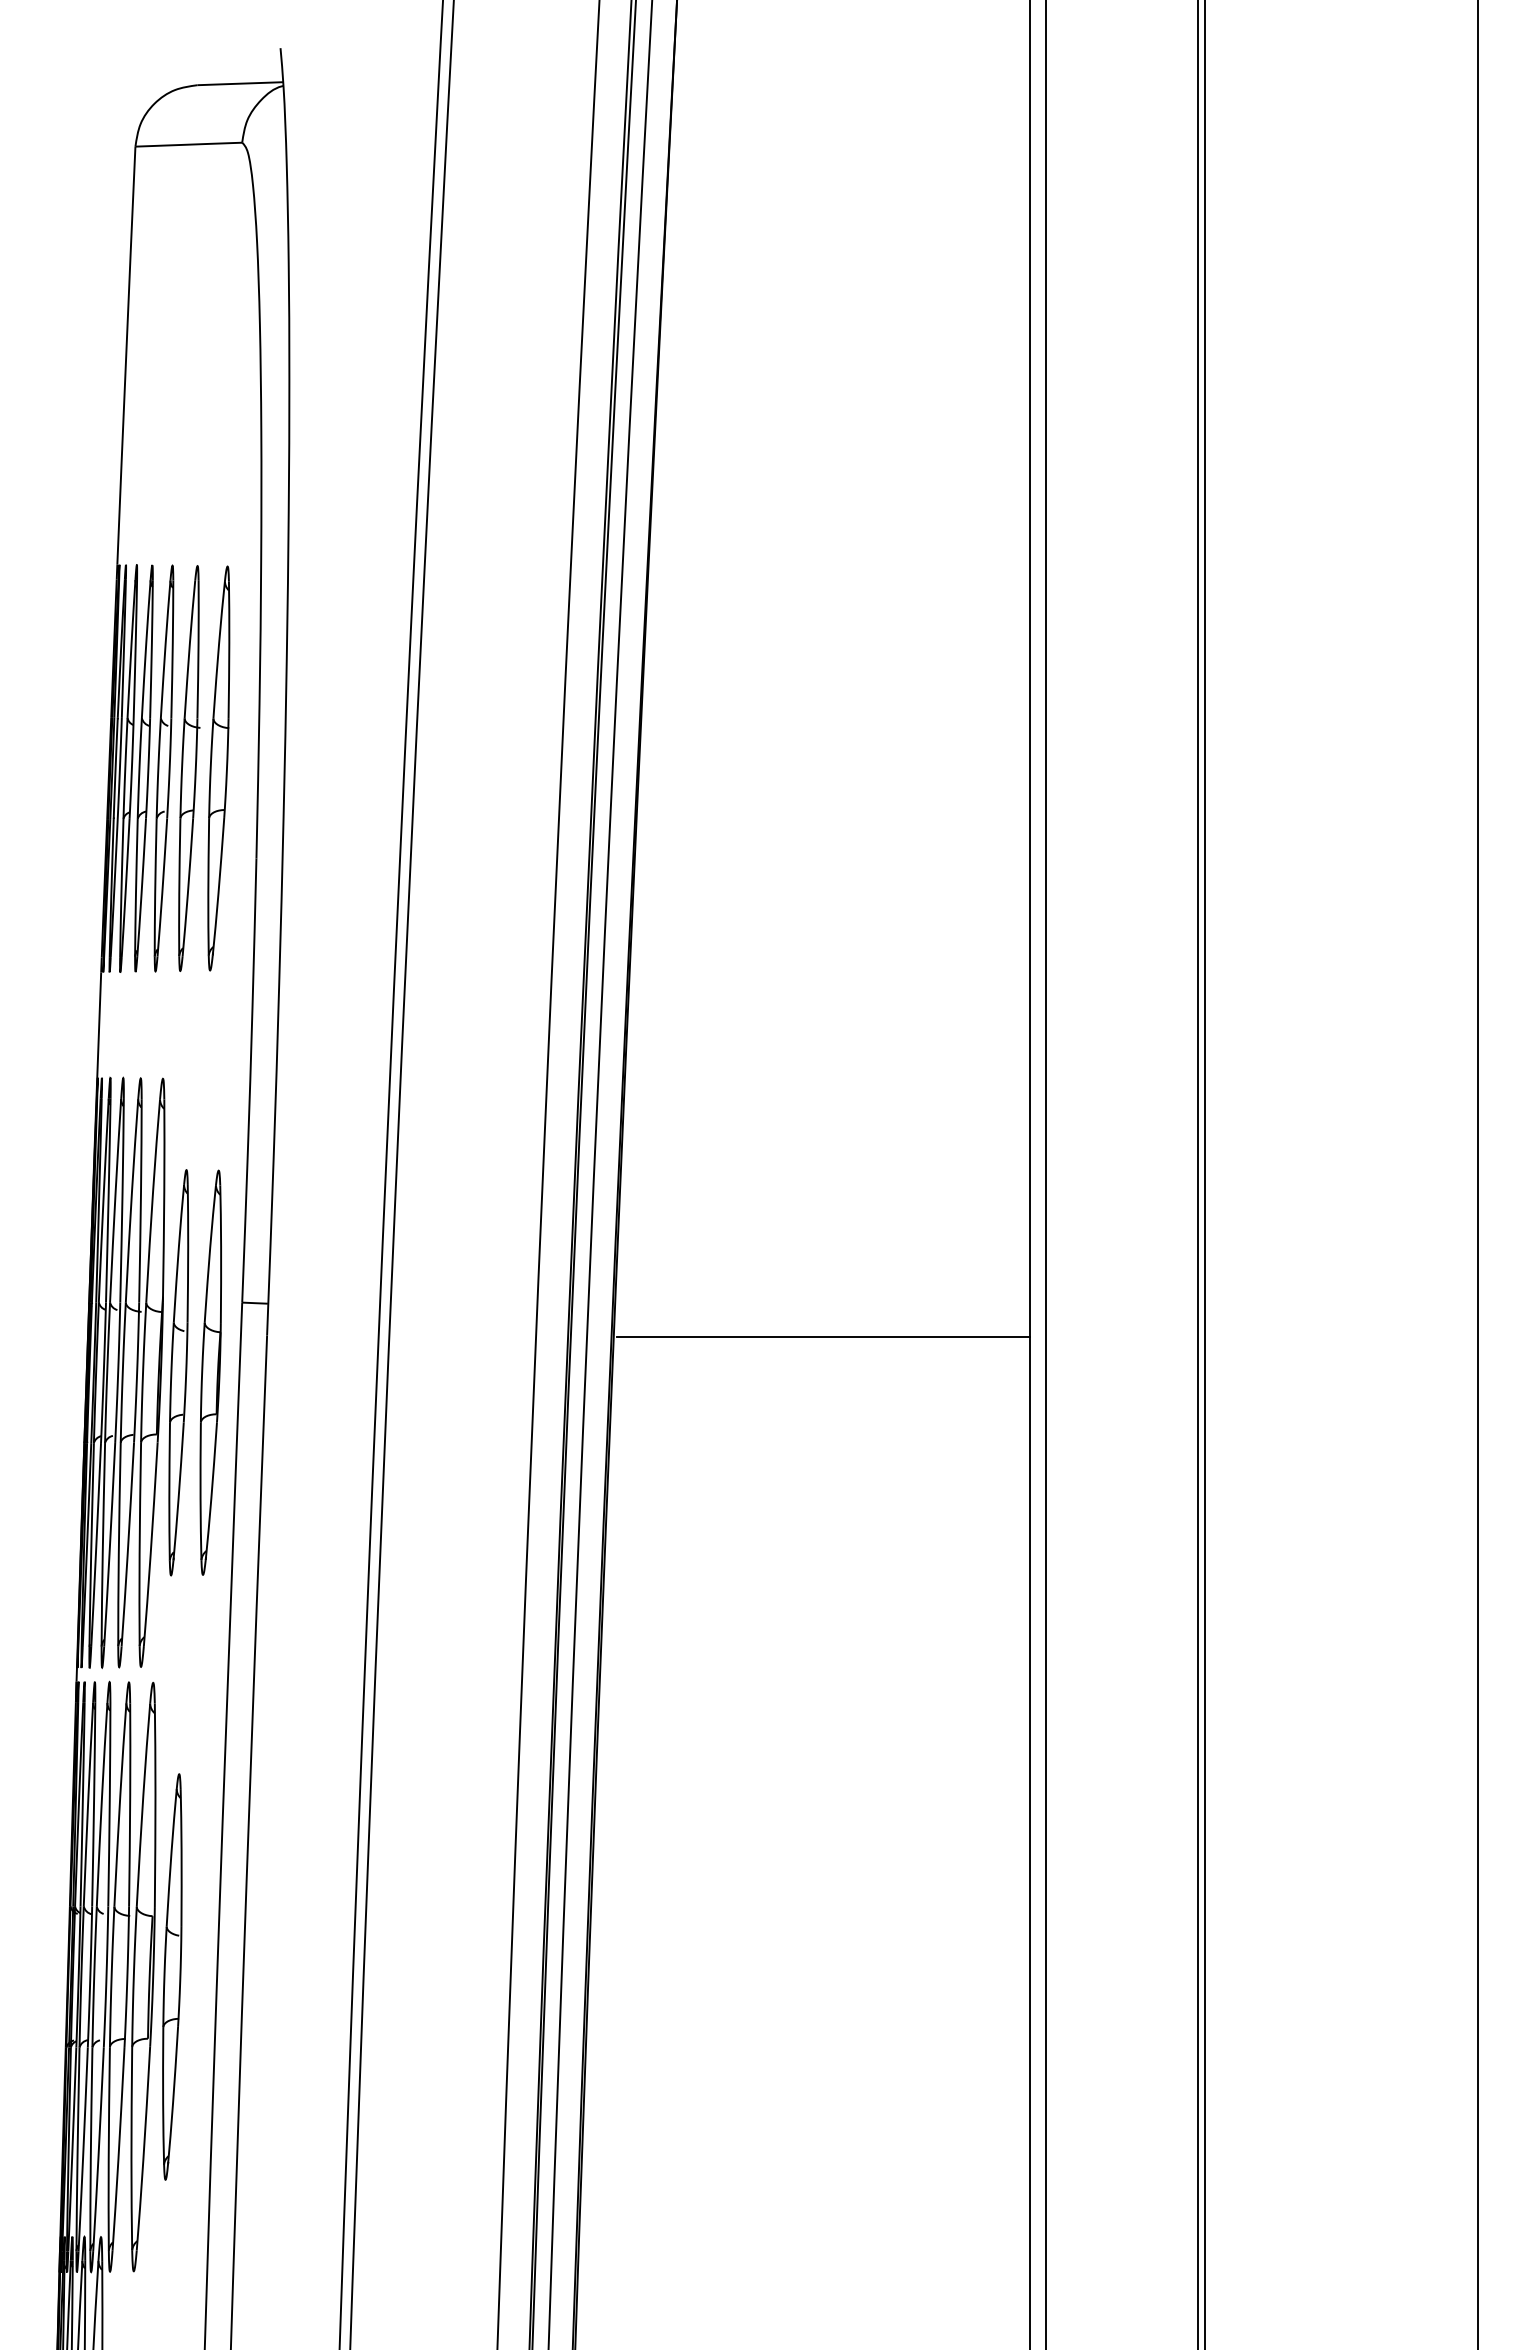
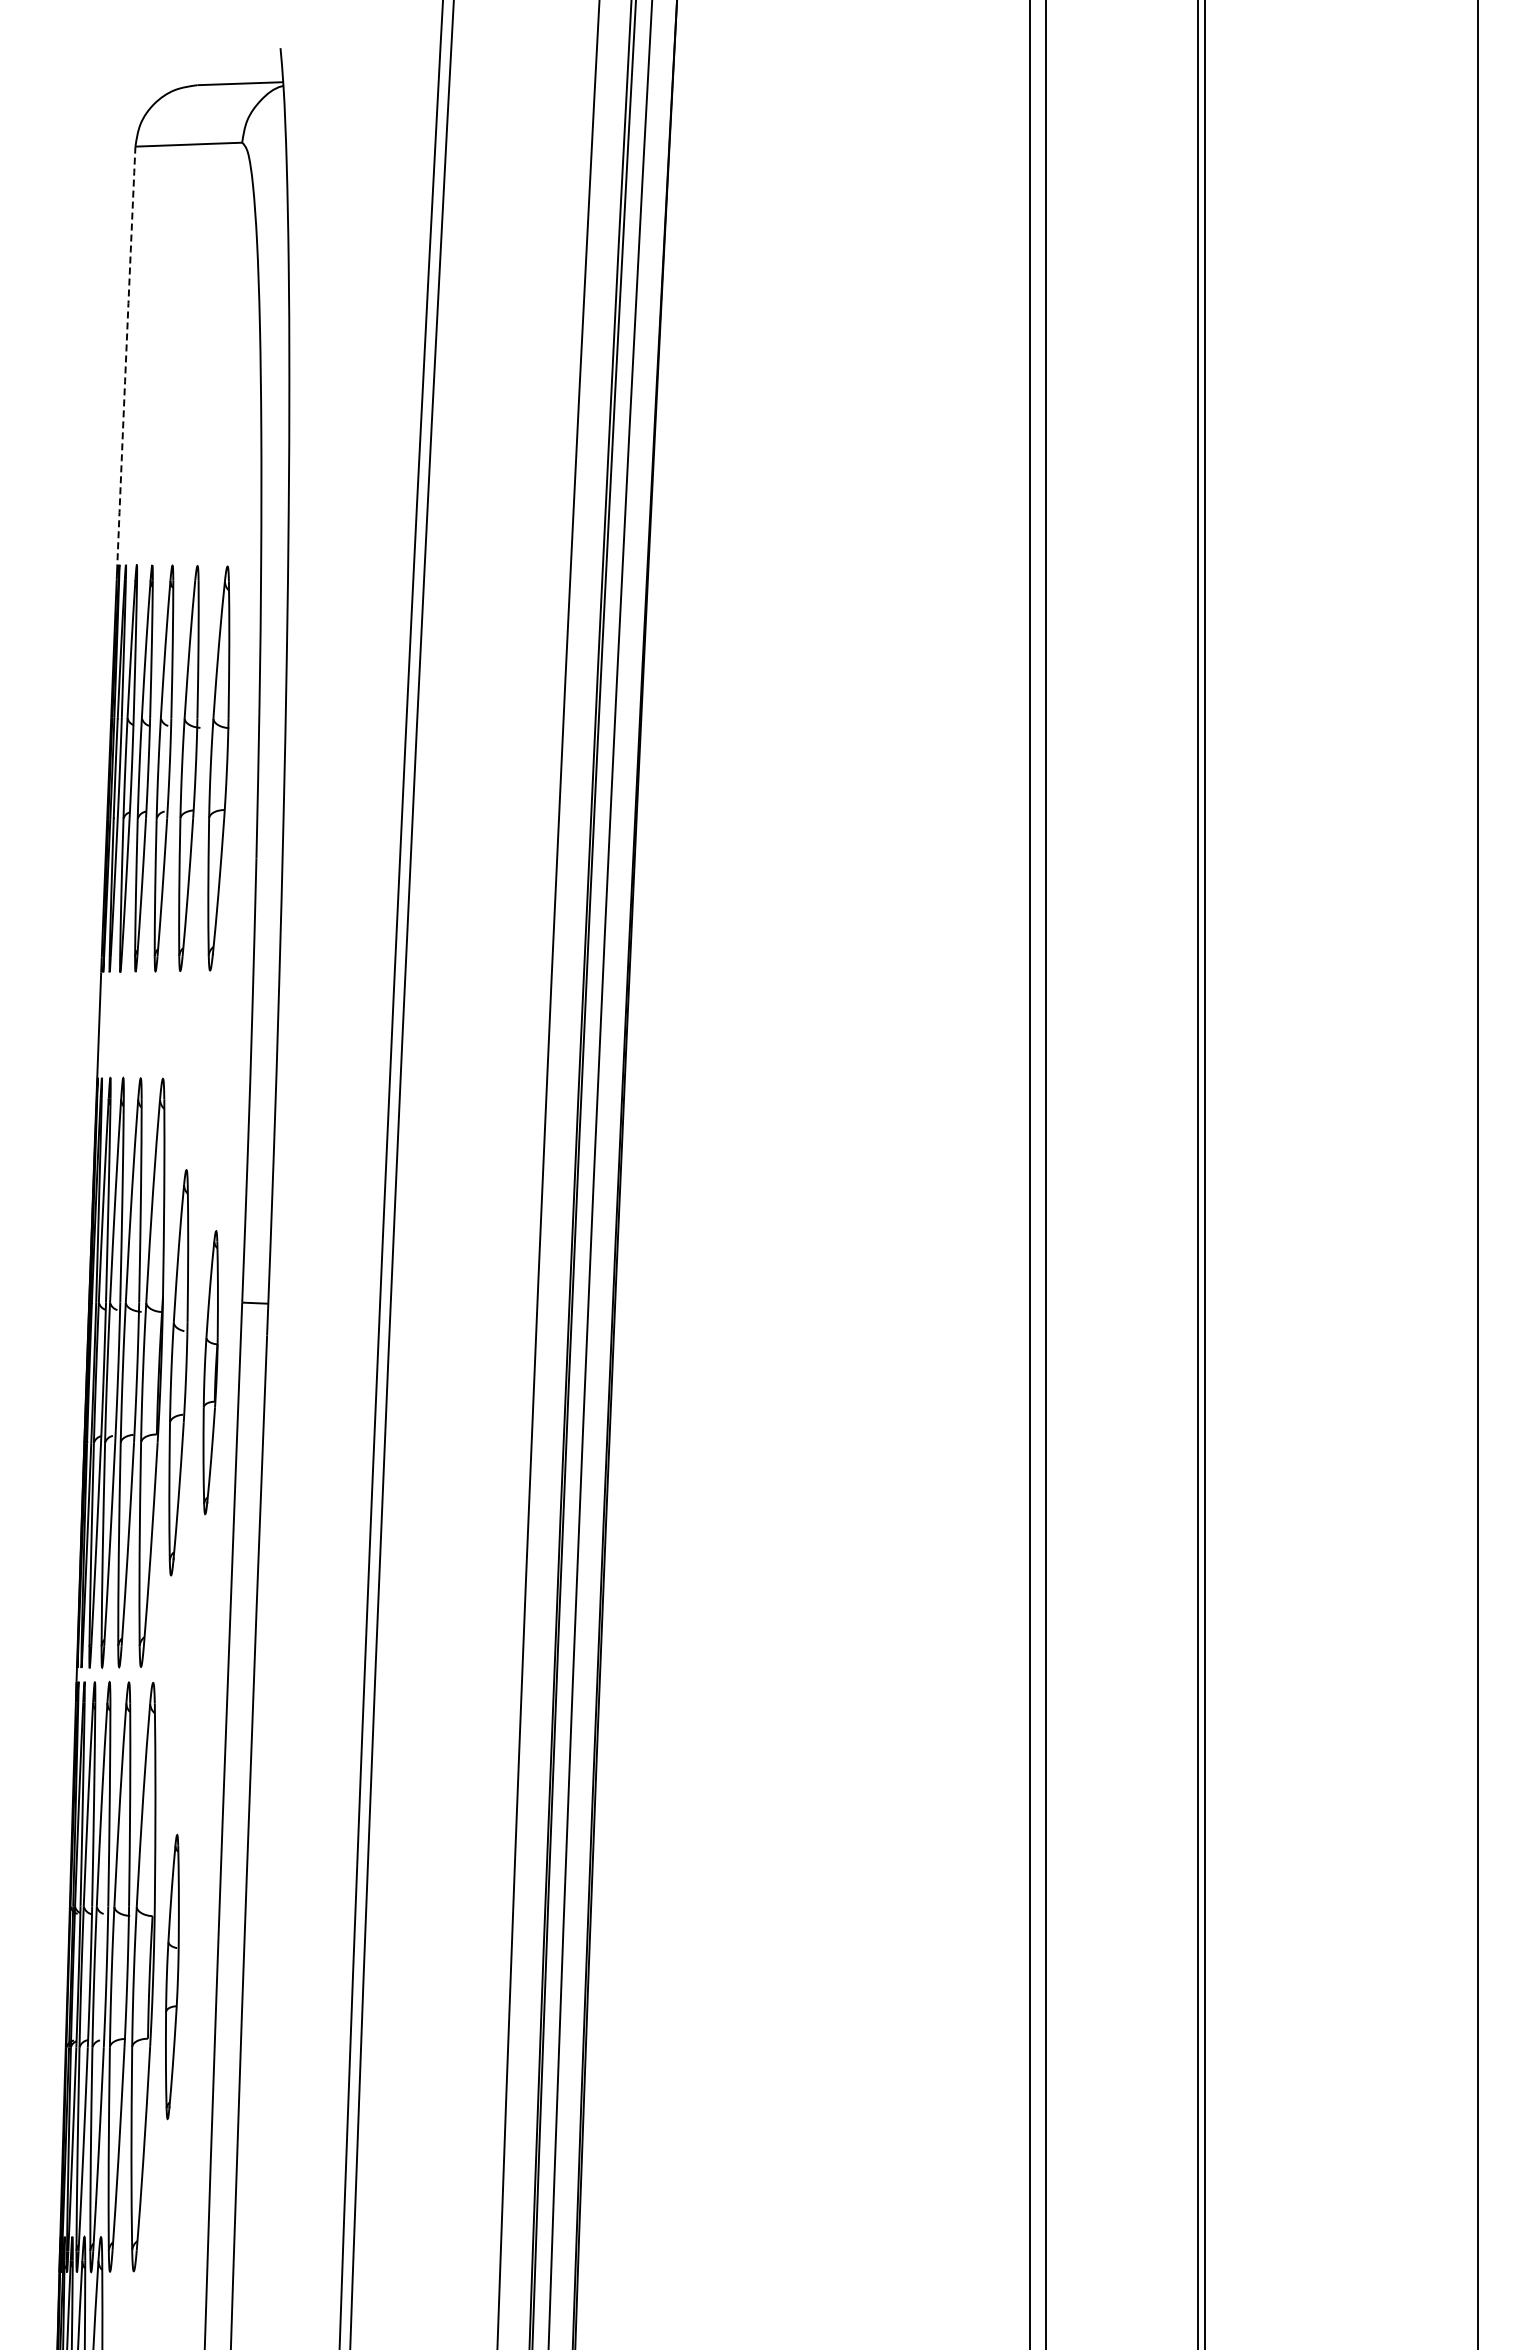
arc at (126, 355): solid -> dashed
line at (822, 1337): present -> none
part at (210, 1372) size: 23x407 px -> 17x286 px
part at (172, 1976) size: 21x408 px -> 15x288 px
